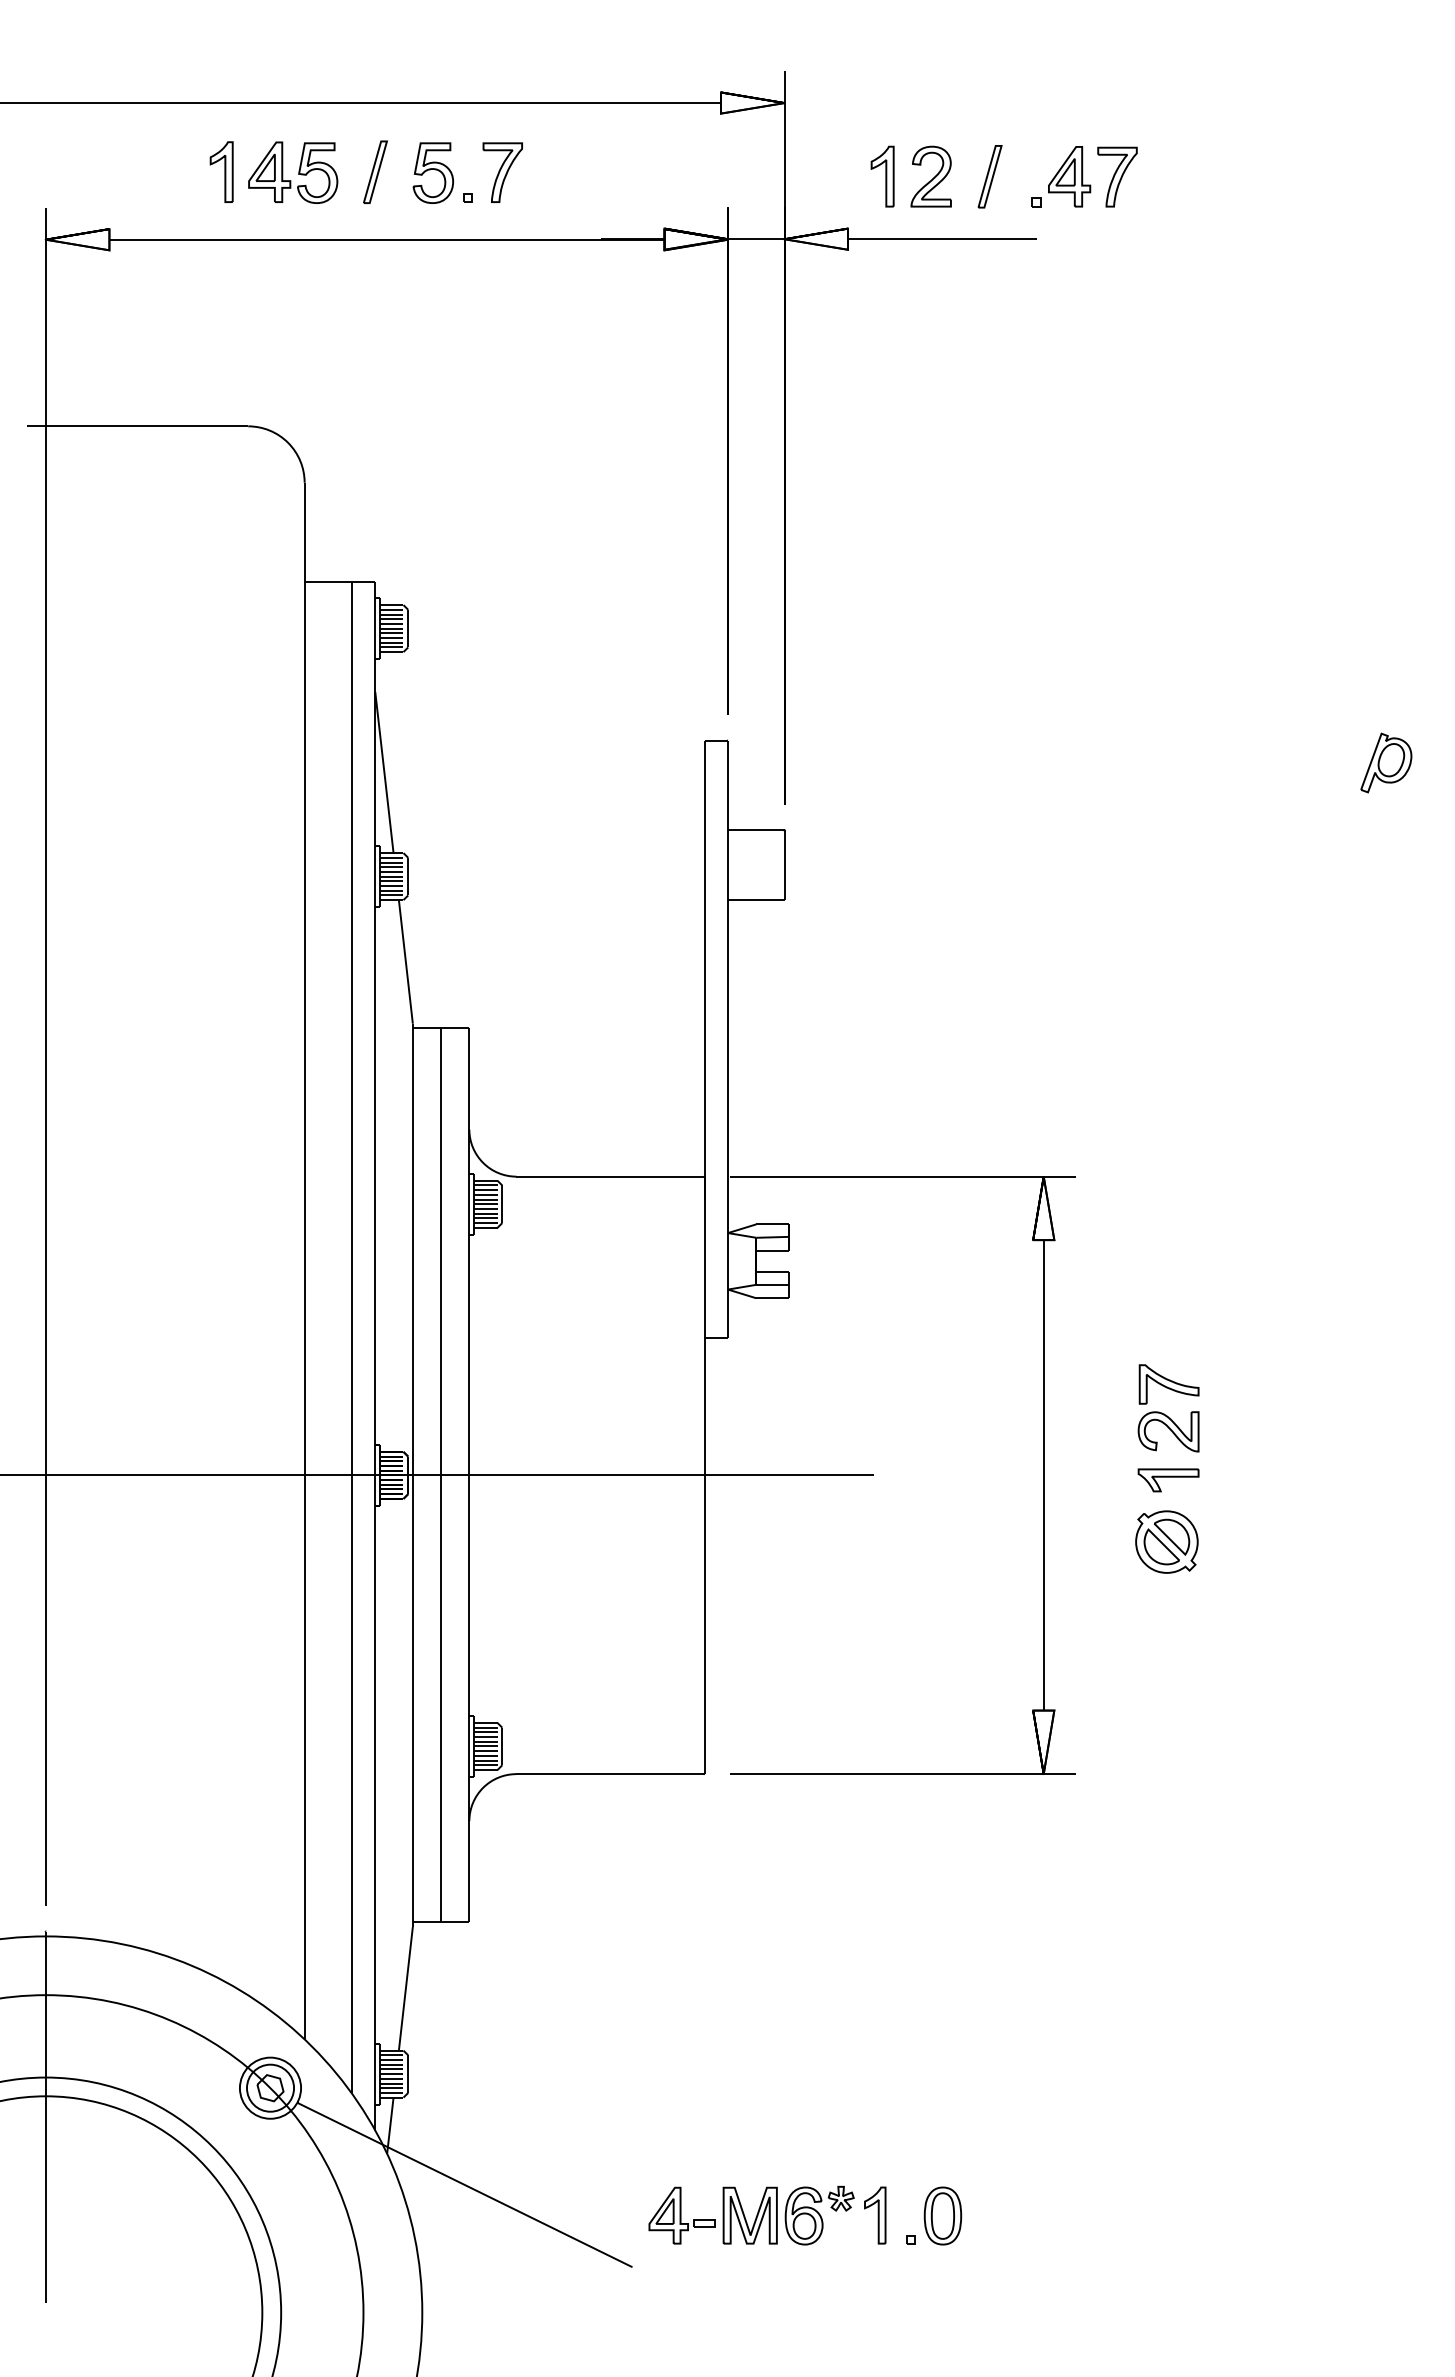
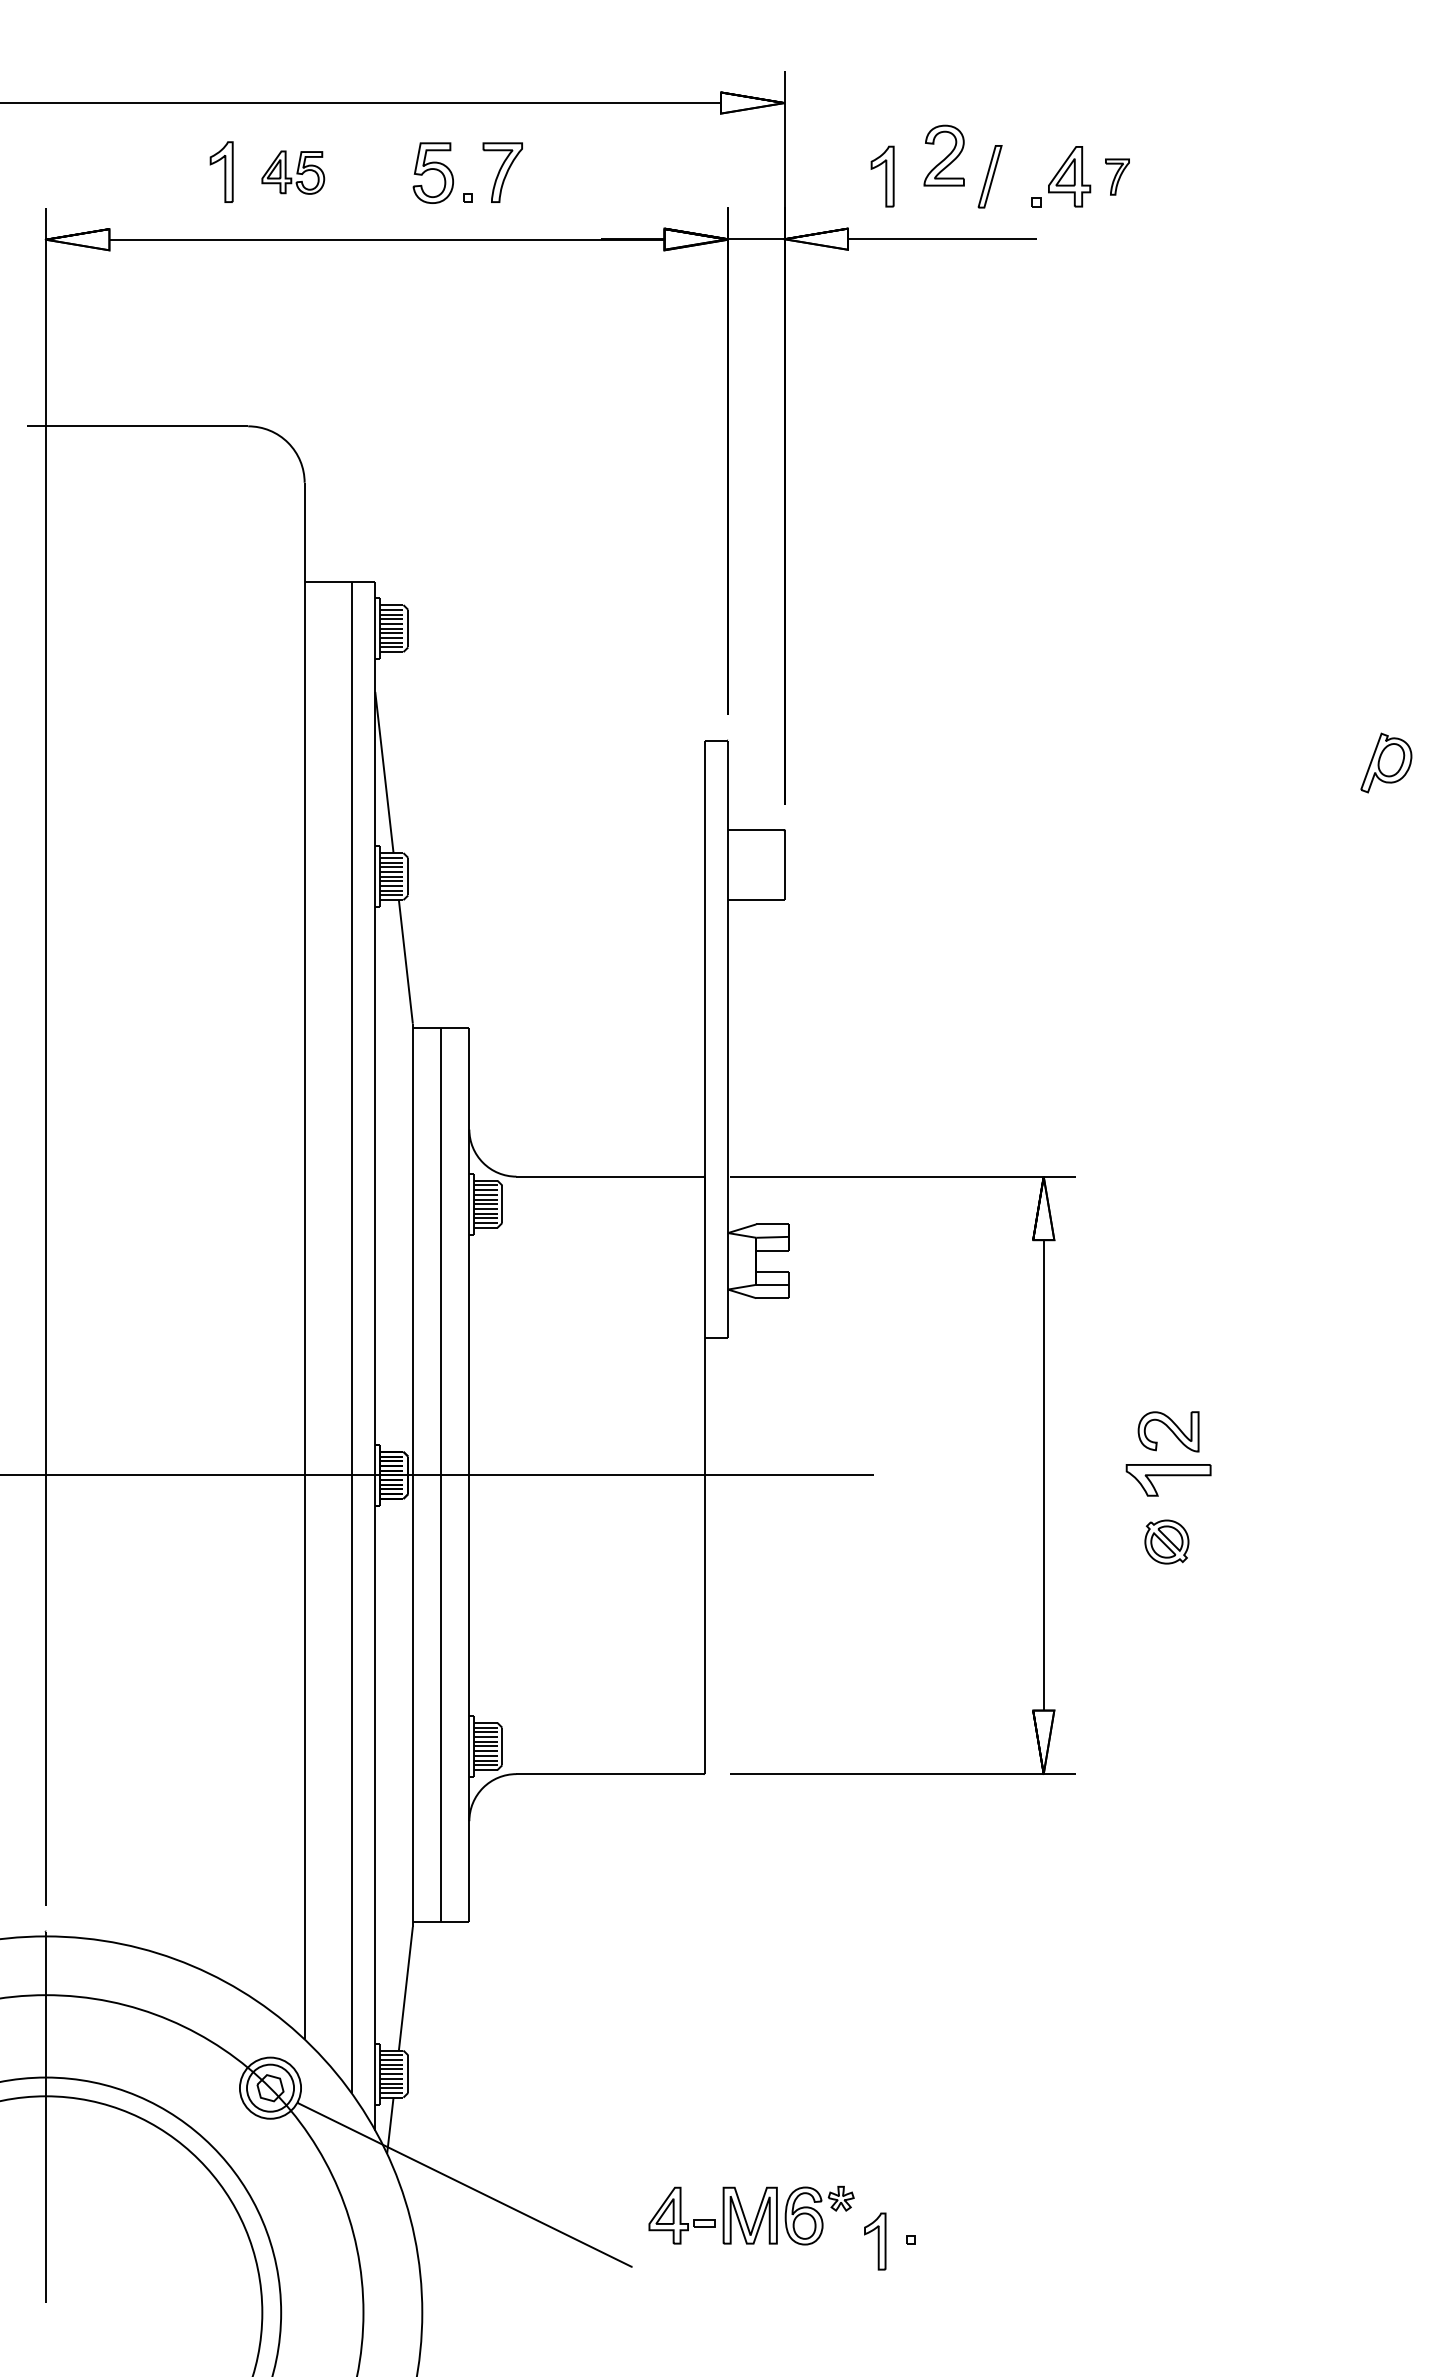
part at (375, 171): present -> none
part at (293, 172) size: 91x63 px -> 65x45 px
part at (930, 176) position: (930, 176) -> (943, 155)
part at (1117, 176) size: 41x62 px -> 25x38 px
part at (1168, 1384): present -> none
part at (1168, 1480) size: 63x25 px -> 87x33 px
part at (1166, 1541) size: 64x64 px -> 46x46 px
part at (875, 2215) position: (875, 2215) -> (875, 2241)
part at (942, 2215): present -> none
